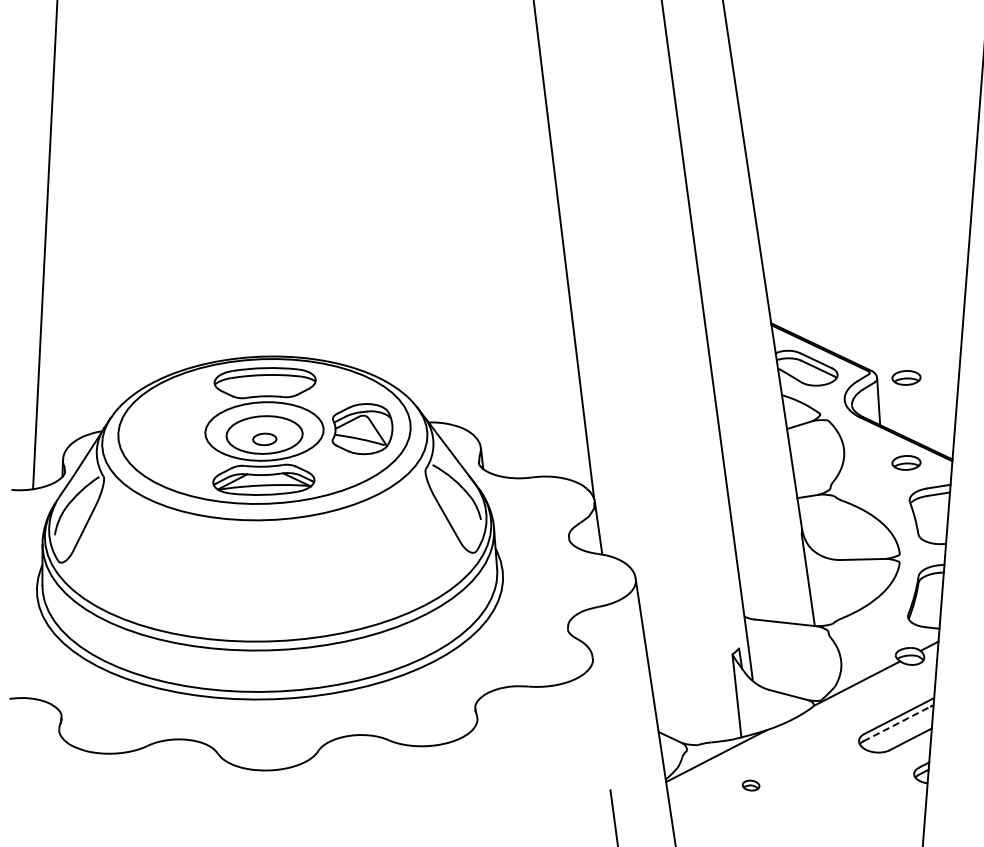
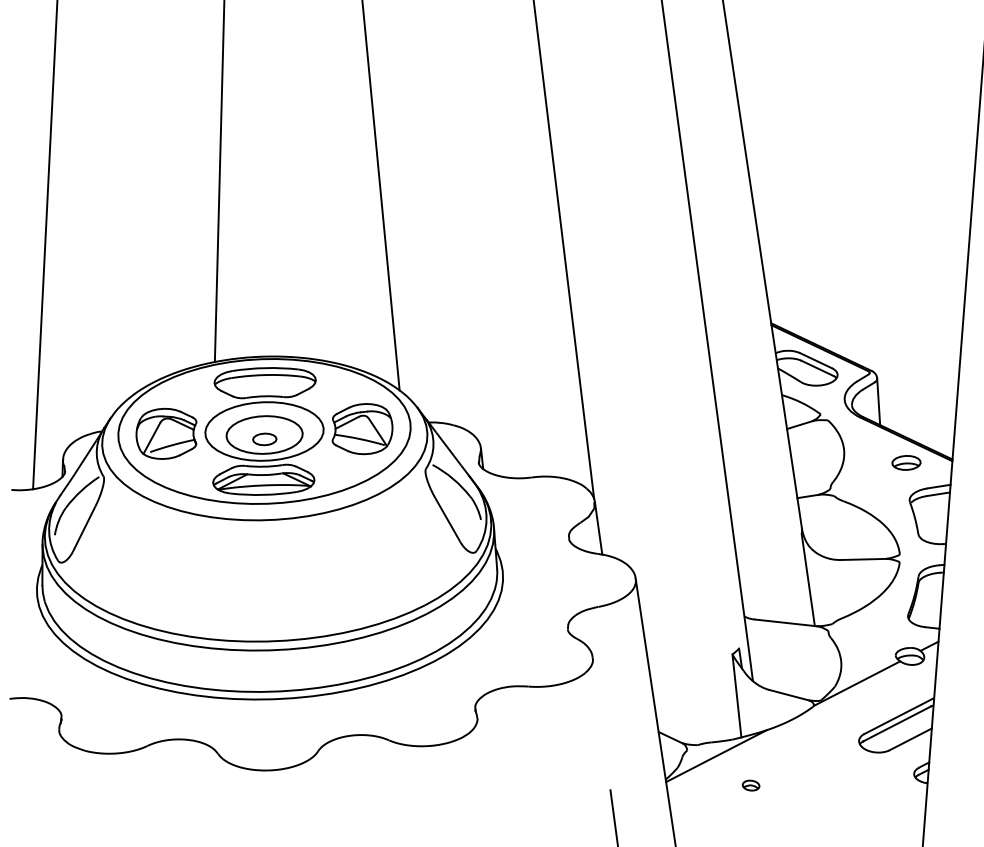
line at (219, 182): none -> present
line at (380, 196): none -> present
part at (906, 377): present -> none
part at (166, 433): none -> present
line at (897, 723): dashed -> solid
